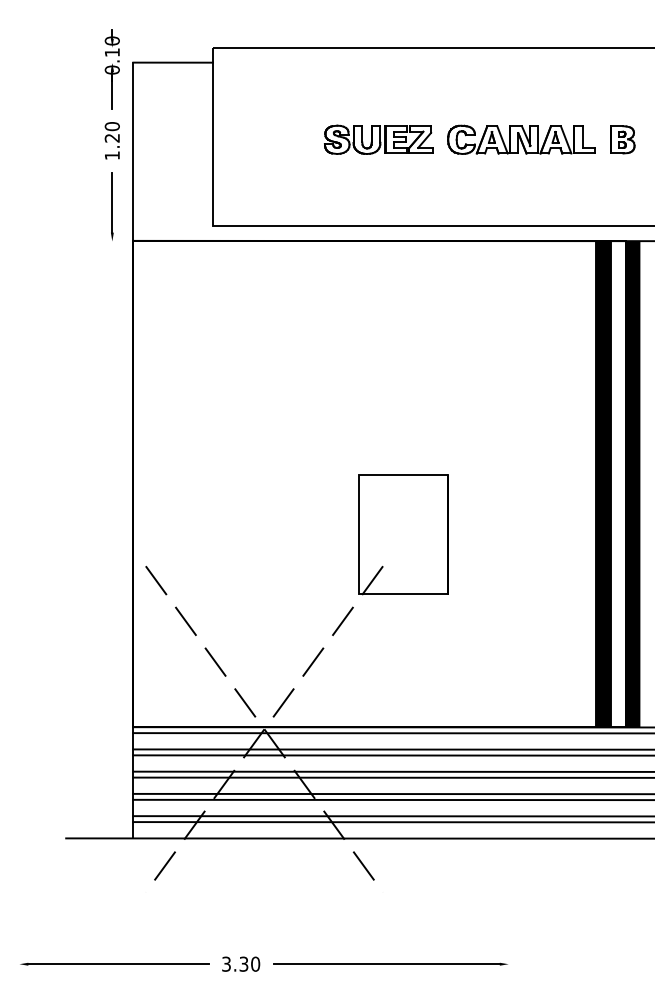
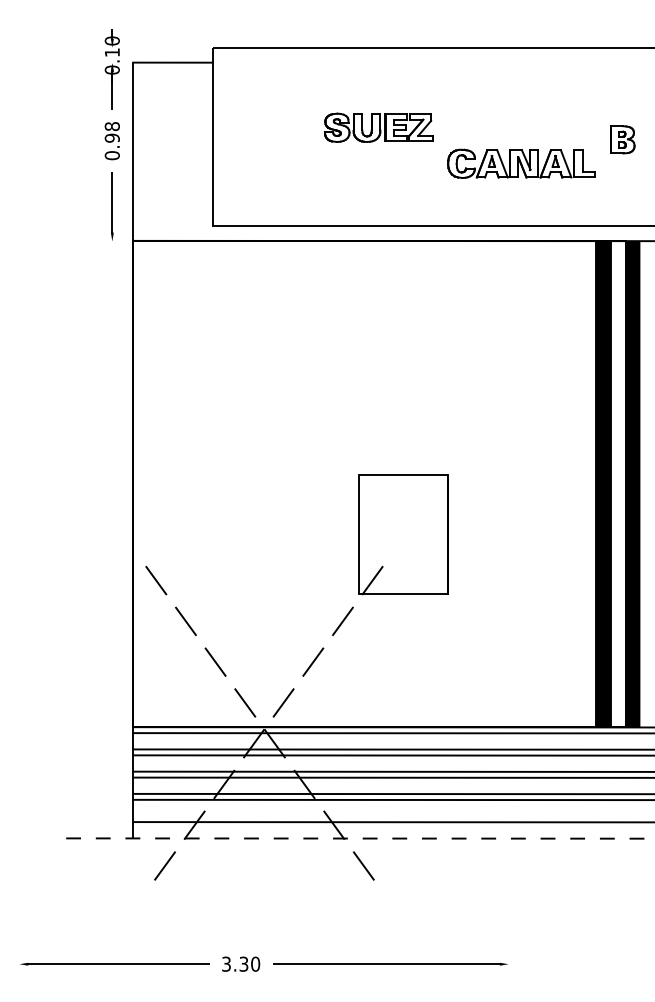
part at (378, 139) position: (378, 139) -> (378, 127)
part at (521, 139) position: (521, 139) -> (521, 163)
text at (111, 141): 1.20 -> 0.98
line at (392, 816): present -> none
line at (360, 838): solid -> dashed
